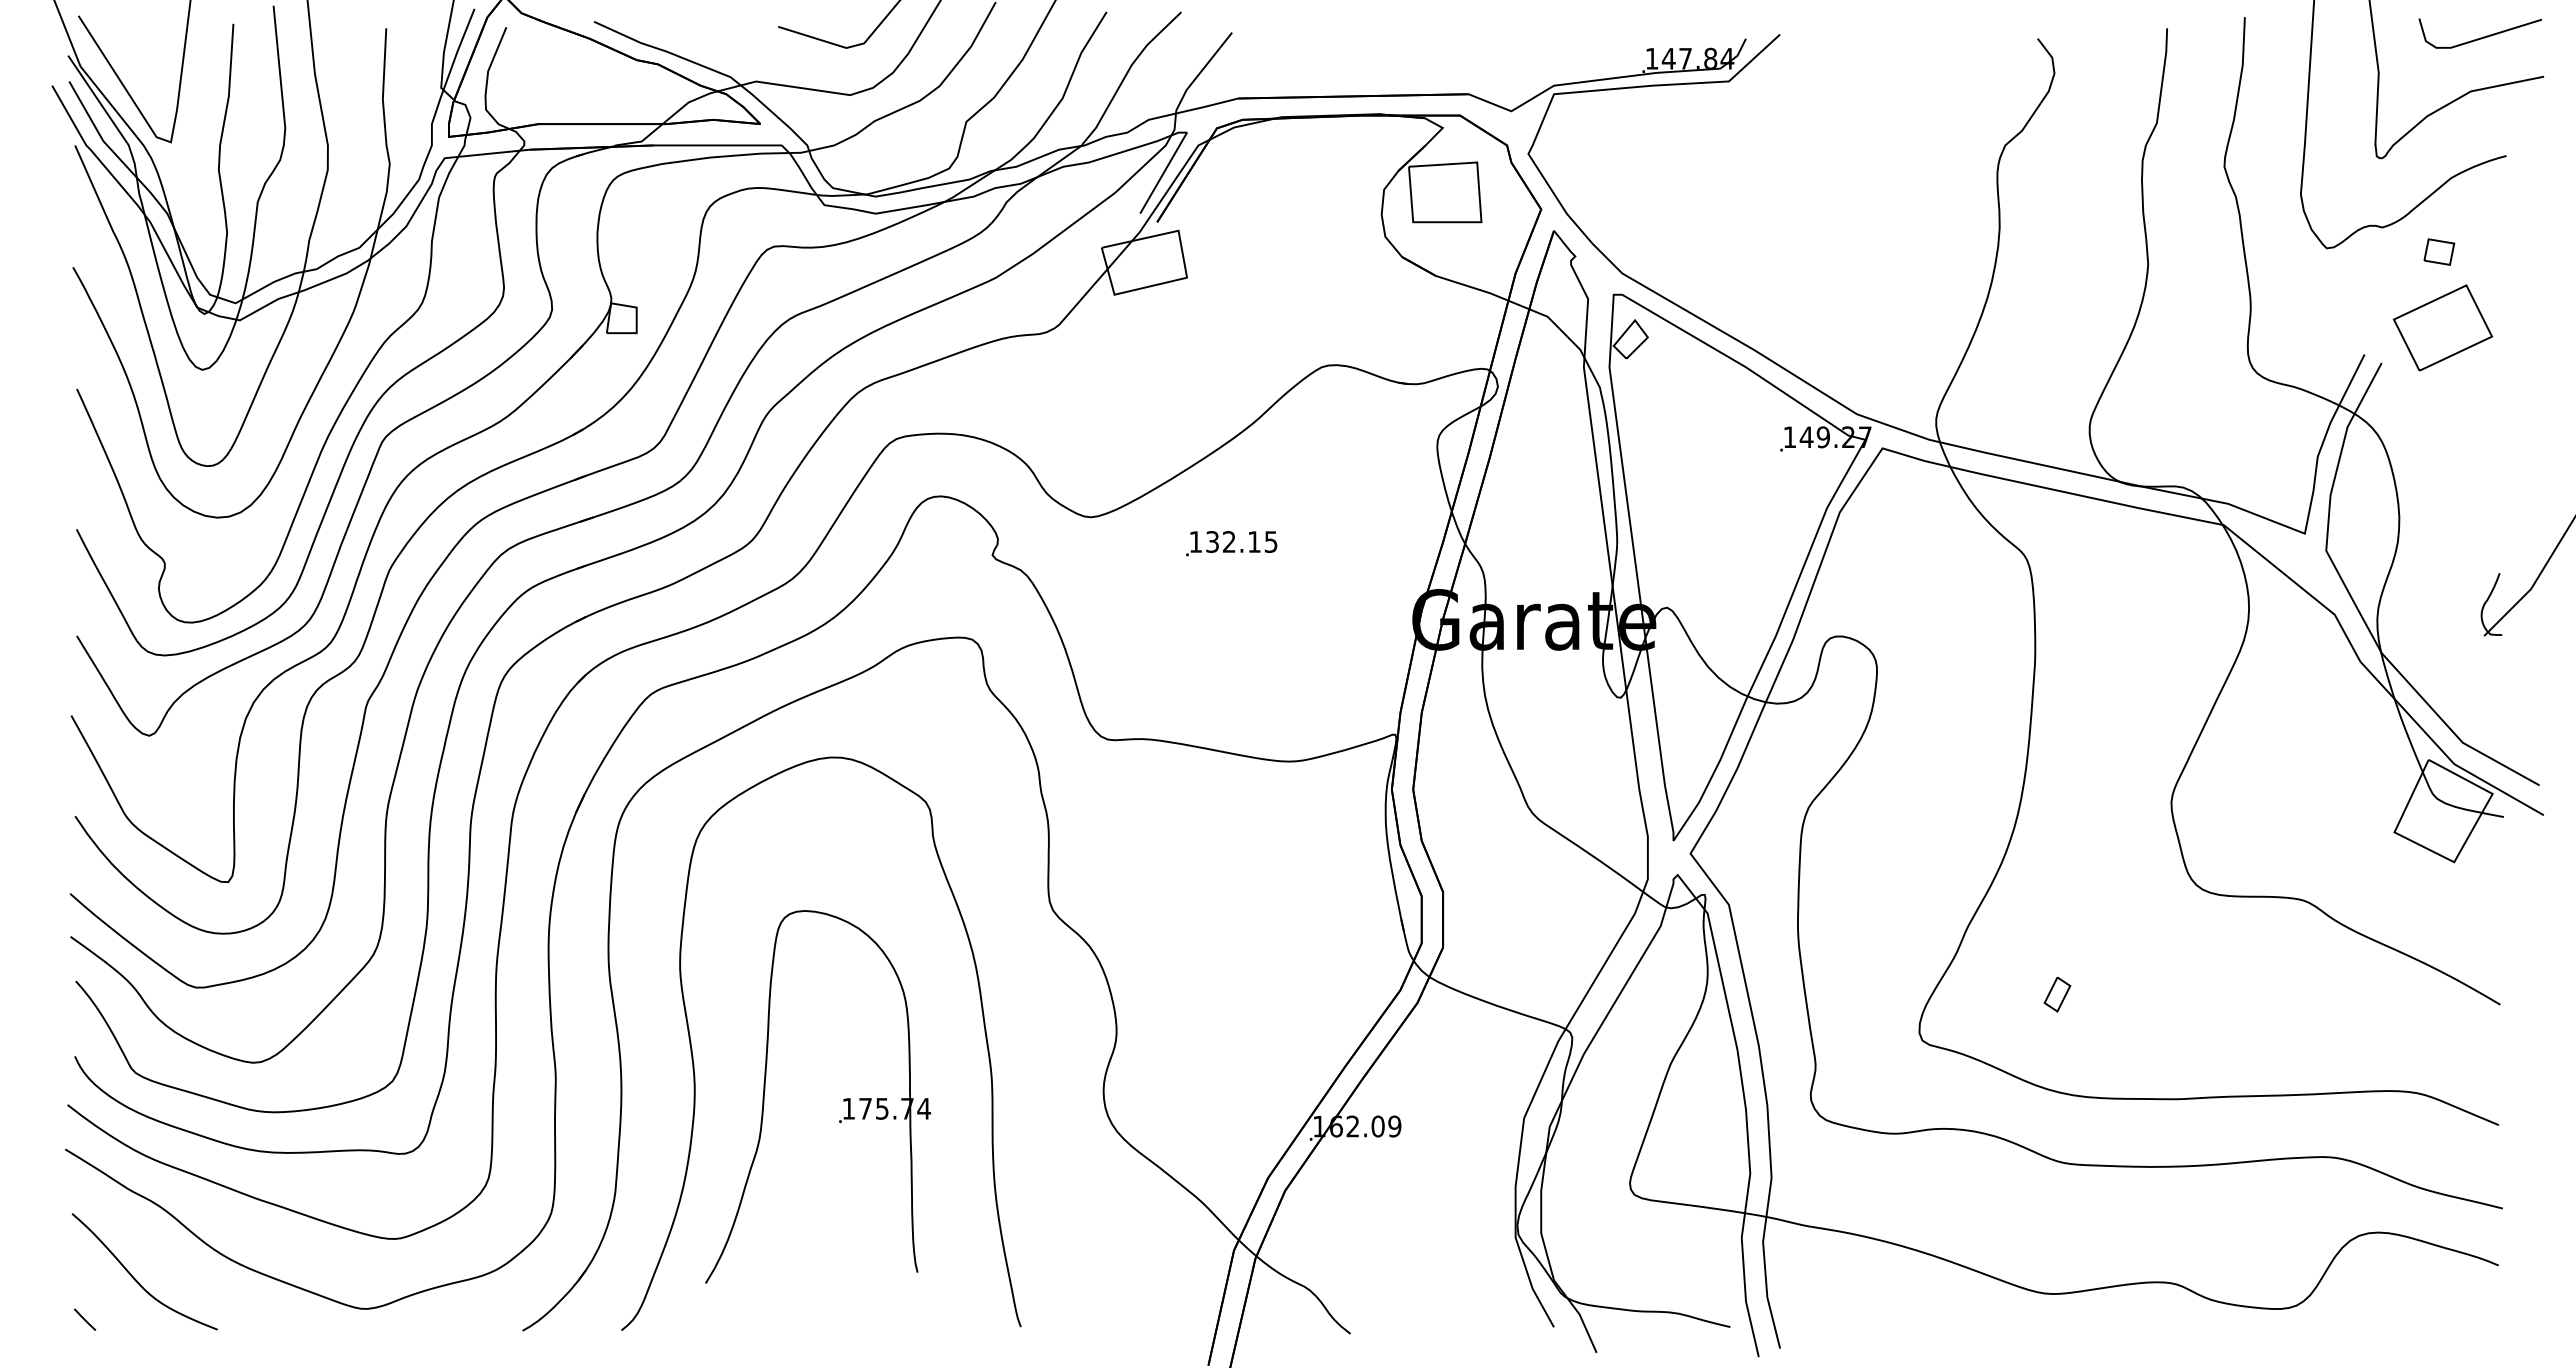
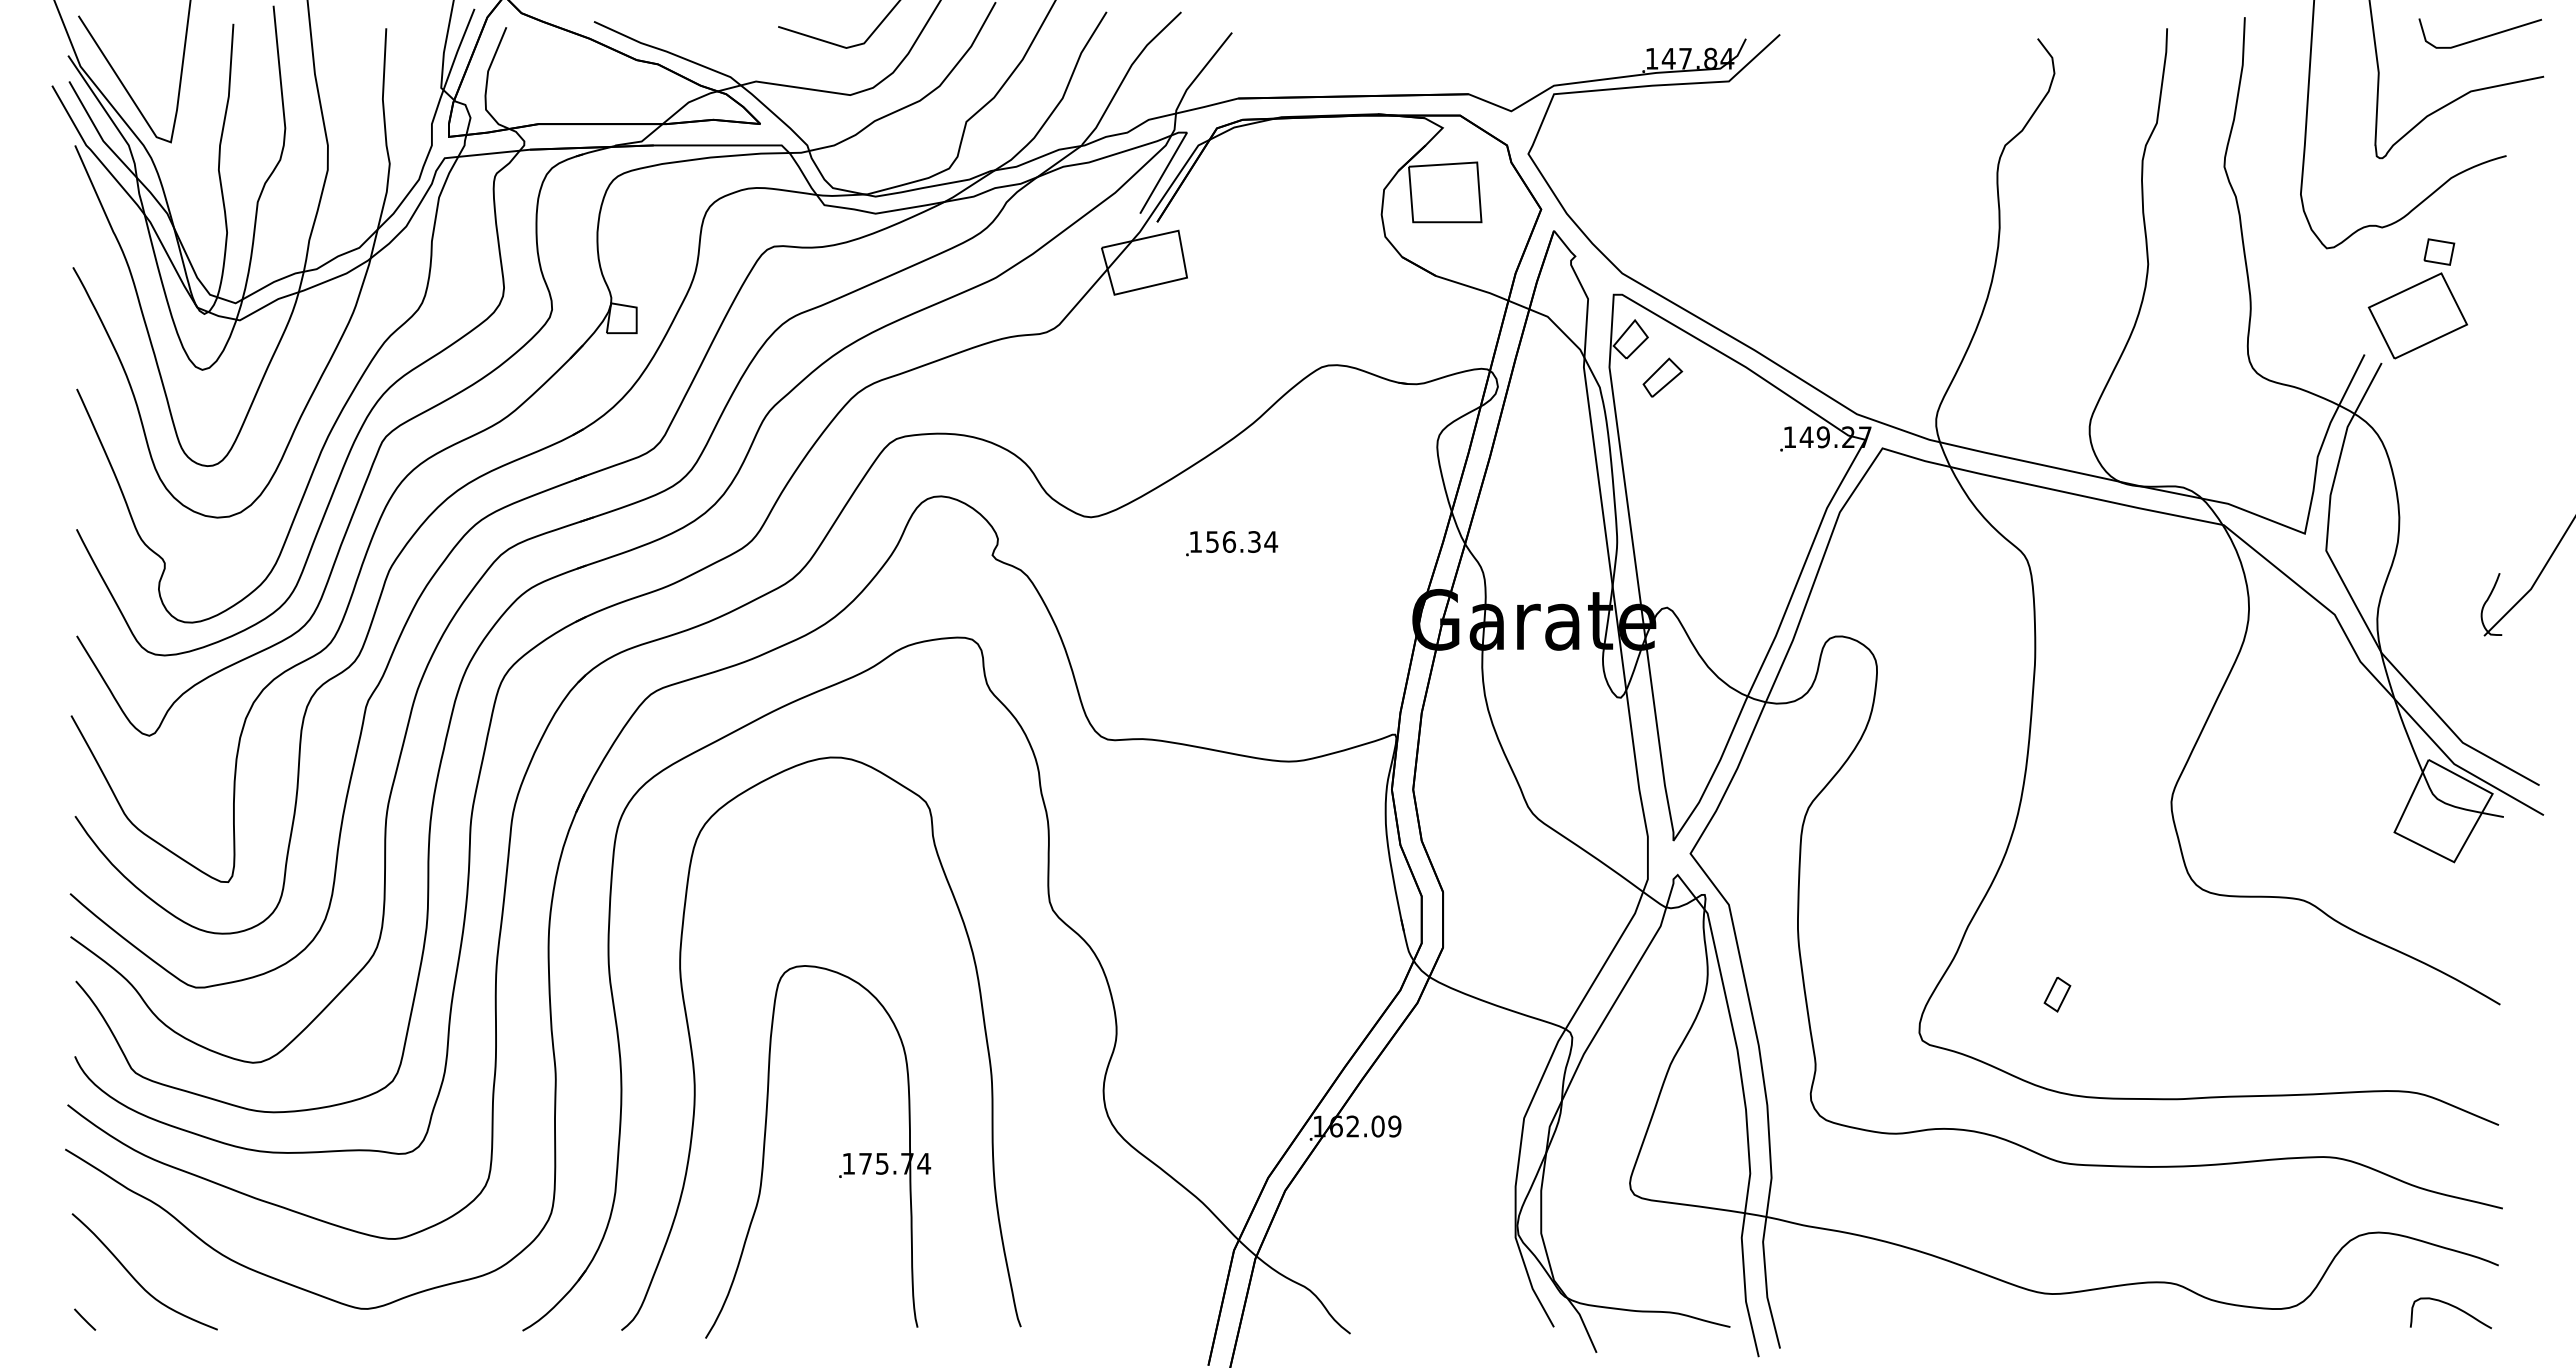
part at (2442, 327) position: (2442, 327) -> (2417, 315)
part at (1662, 377): none -> present
text at (1242, 541): 132.15 -> 156.34
part at (843, 1099) position: (843, 1099) -> (843, 1154)
curve at (2453, 1307): none -> present
